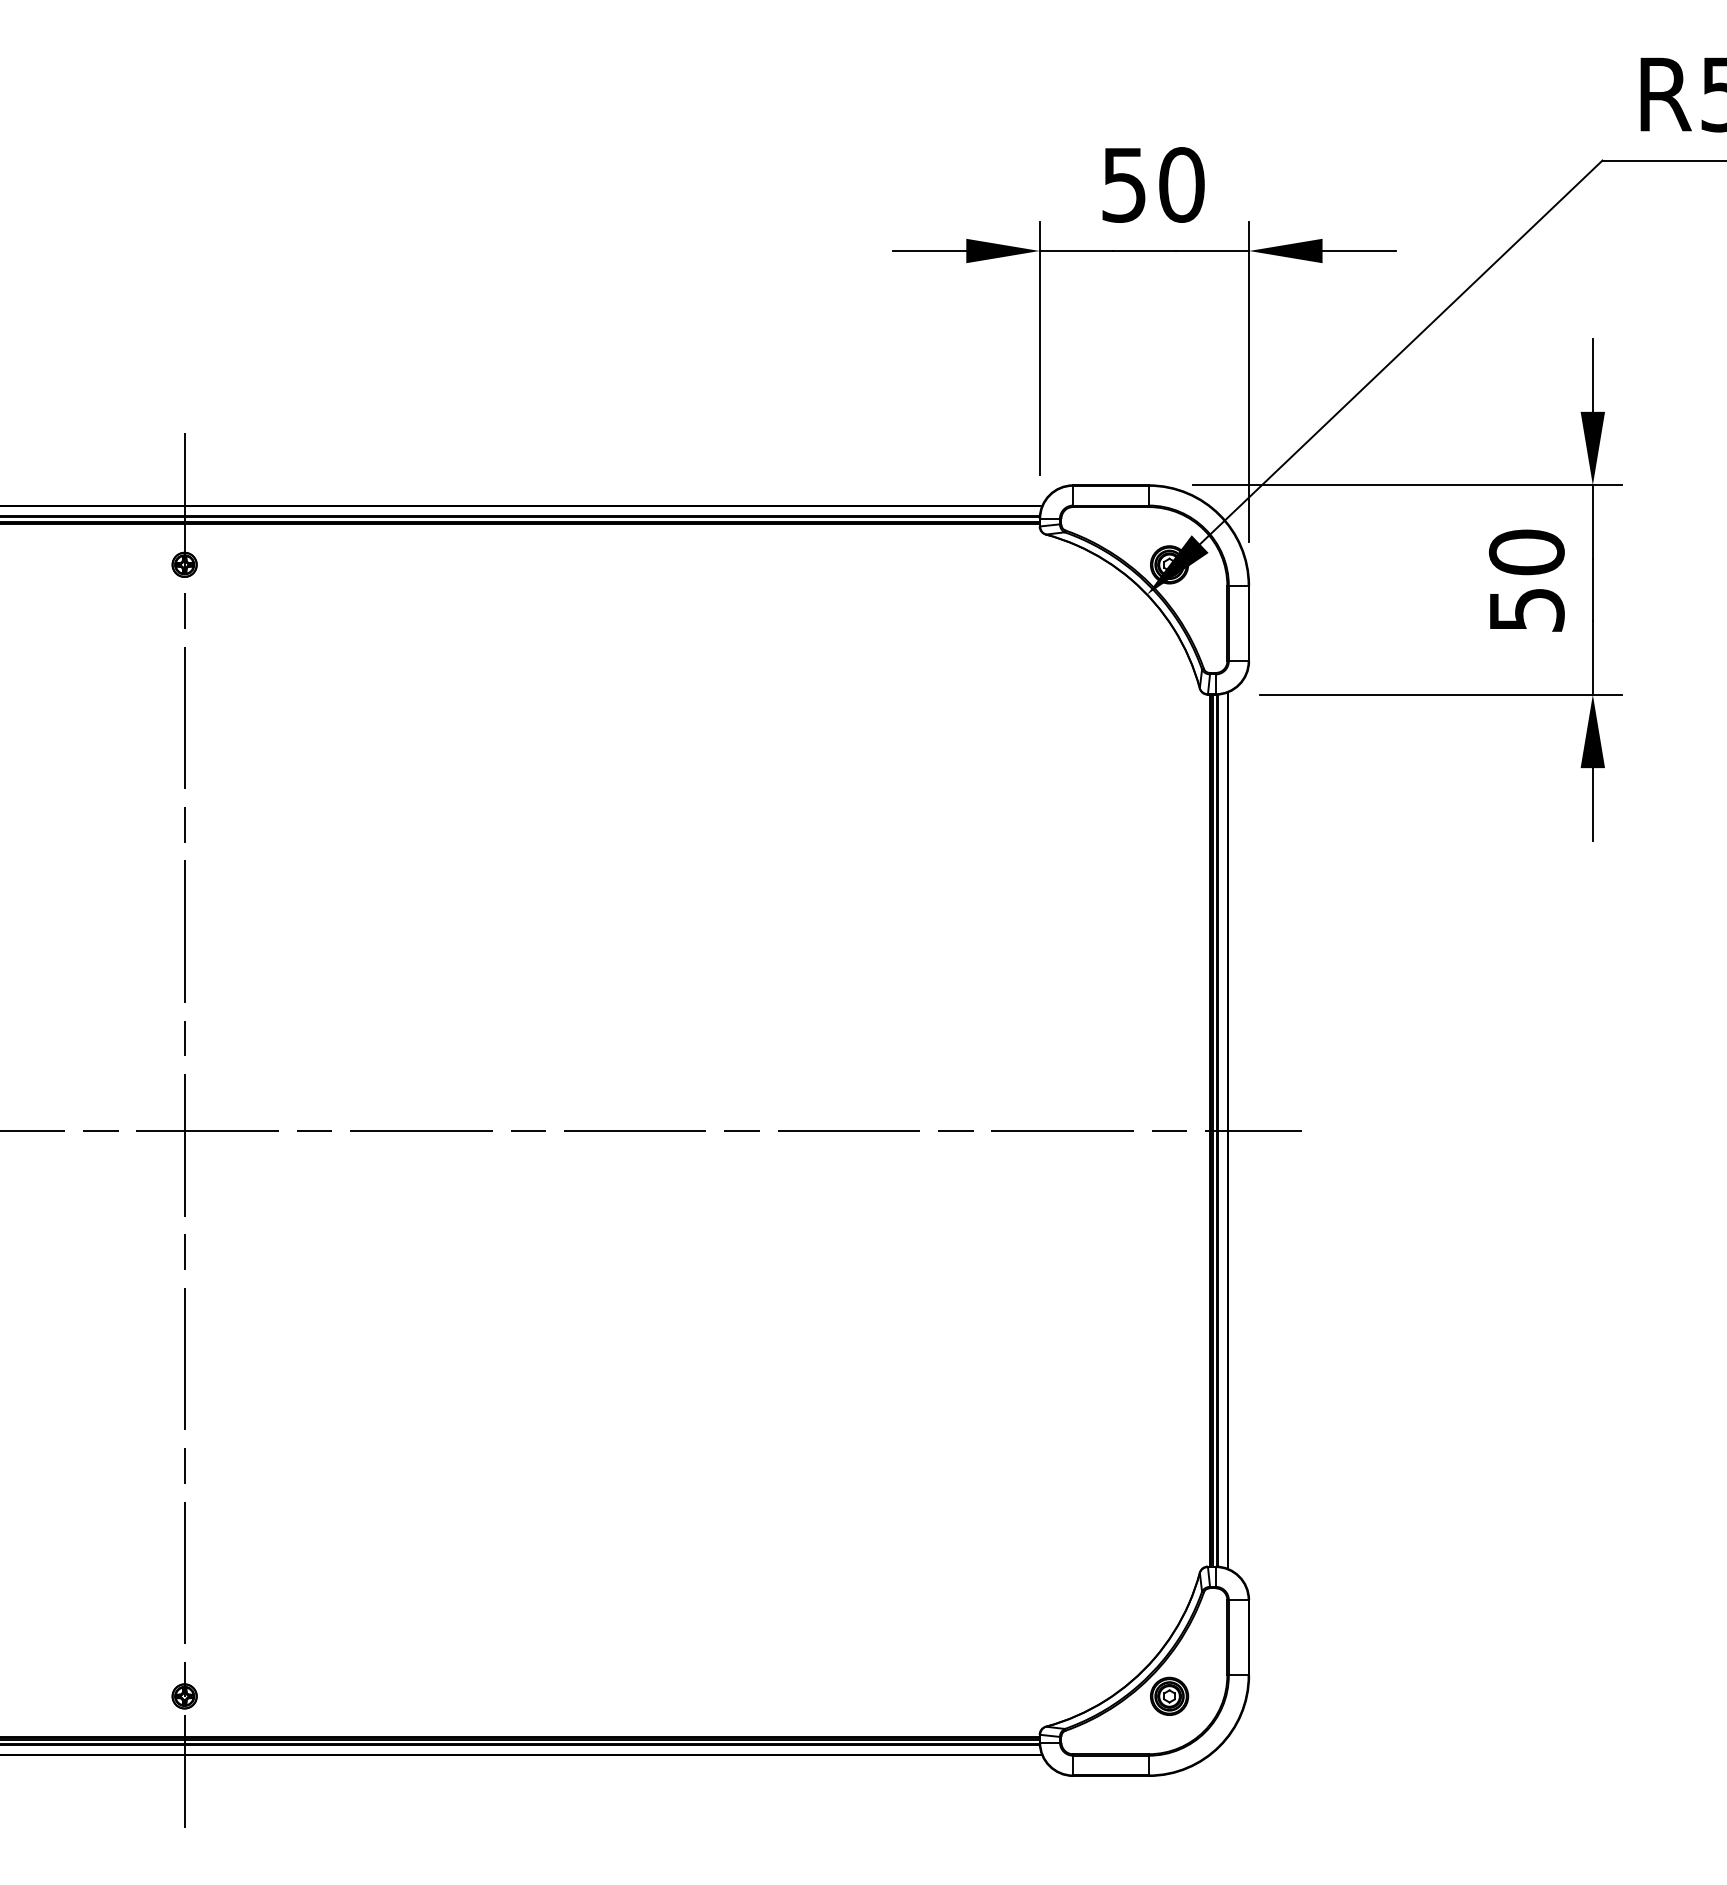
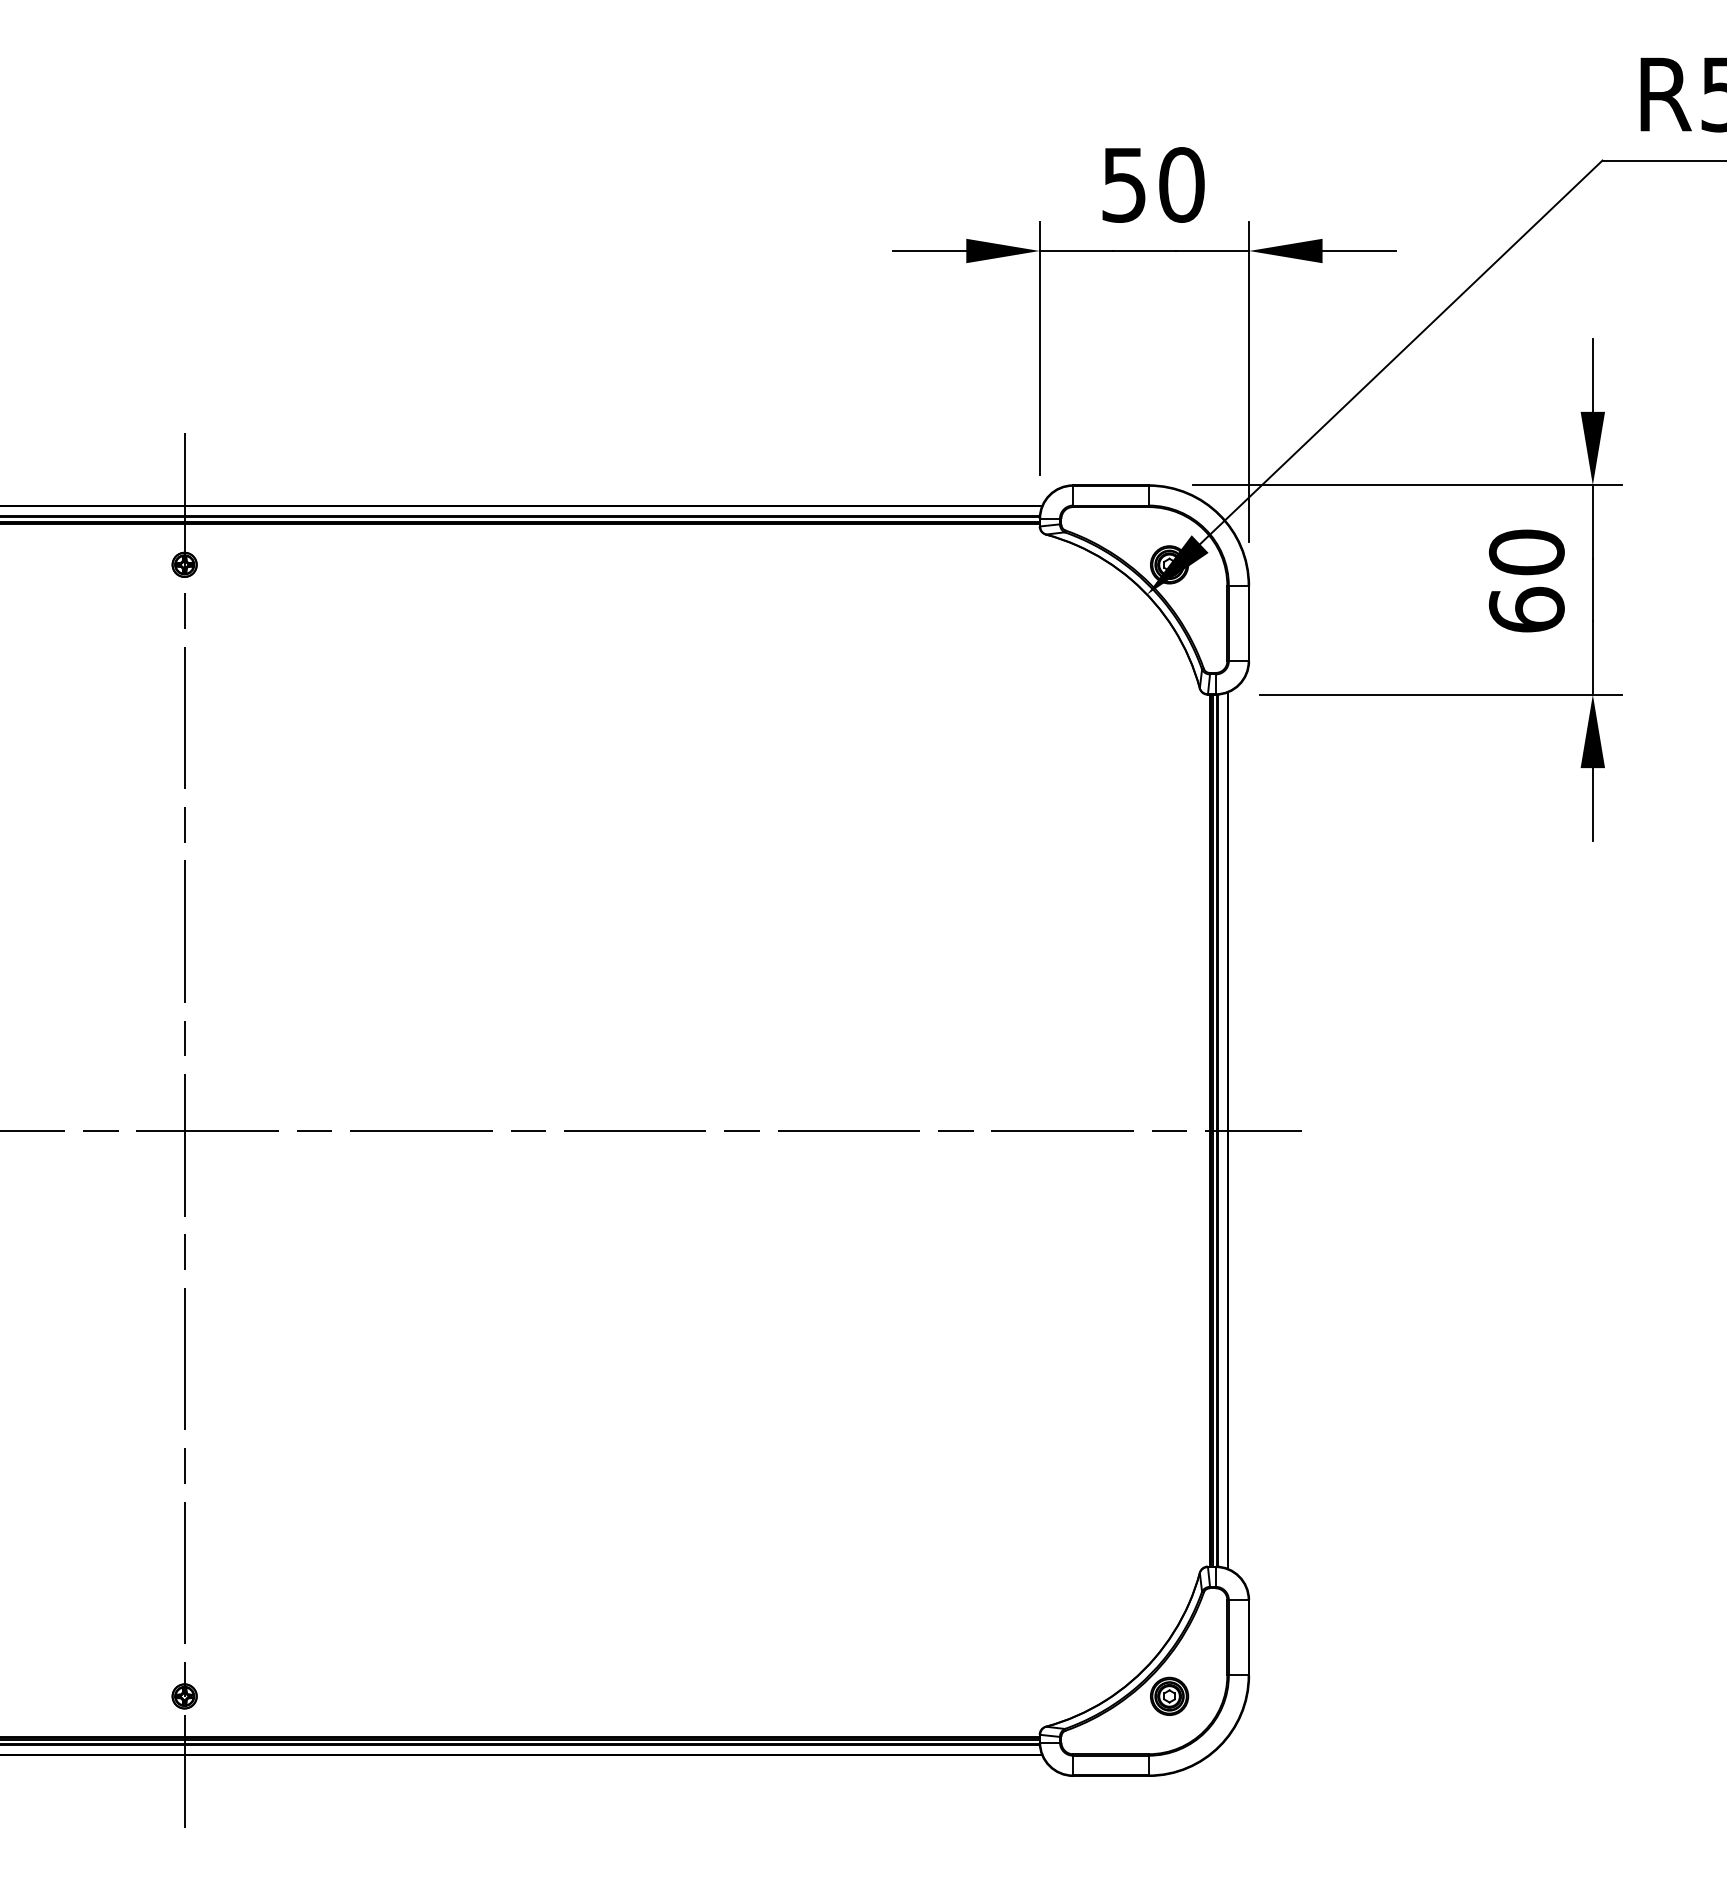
text at (1526, 609): 50 -> 60
